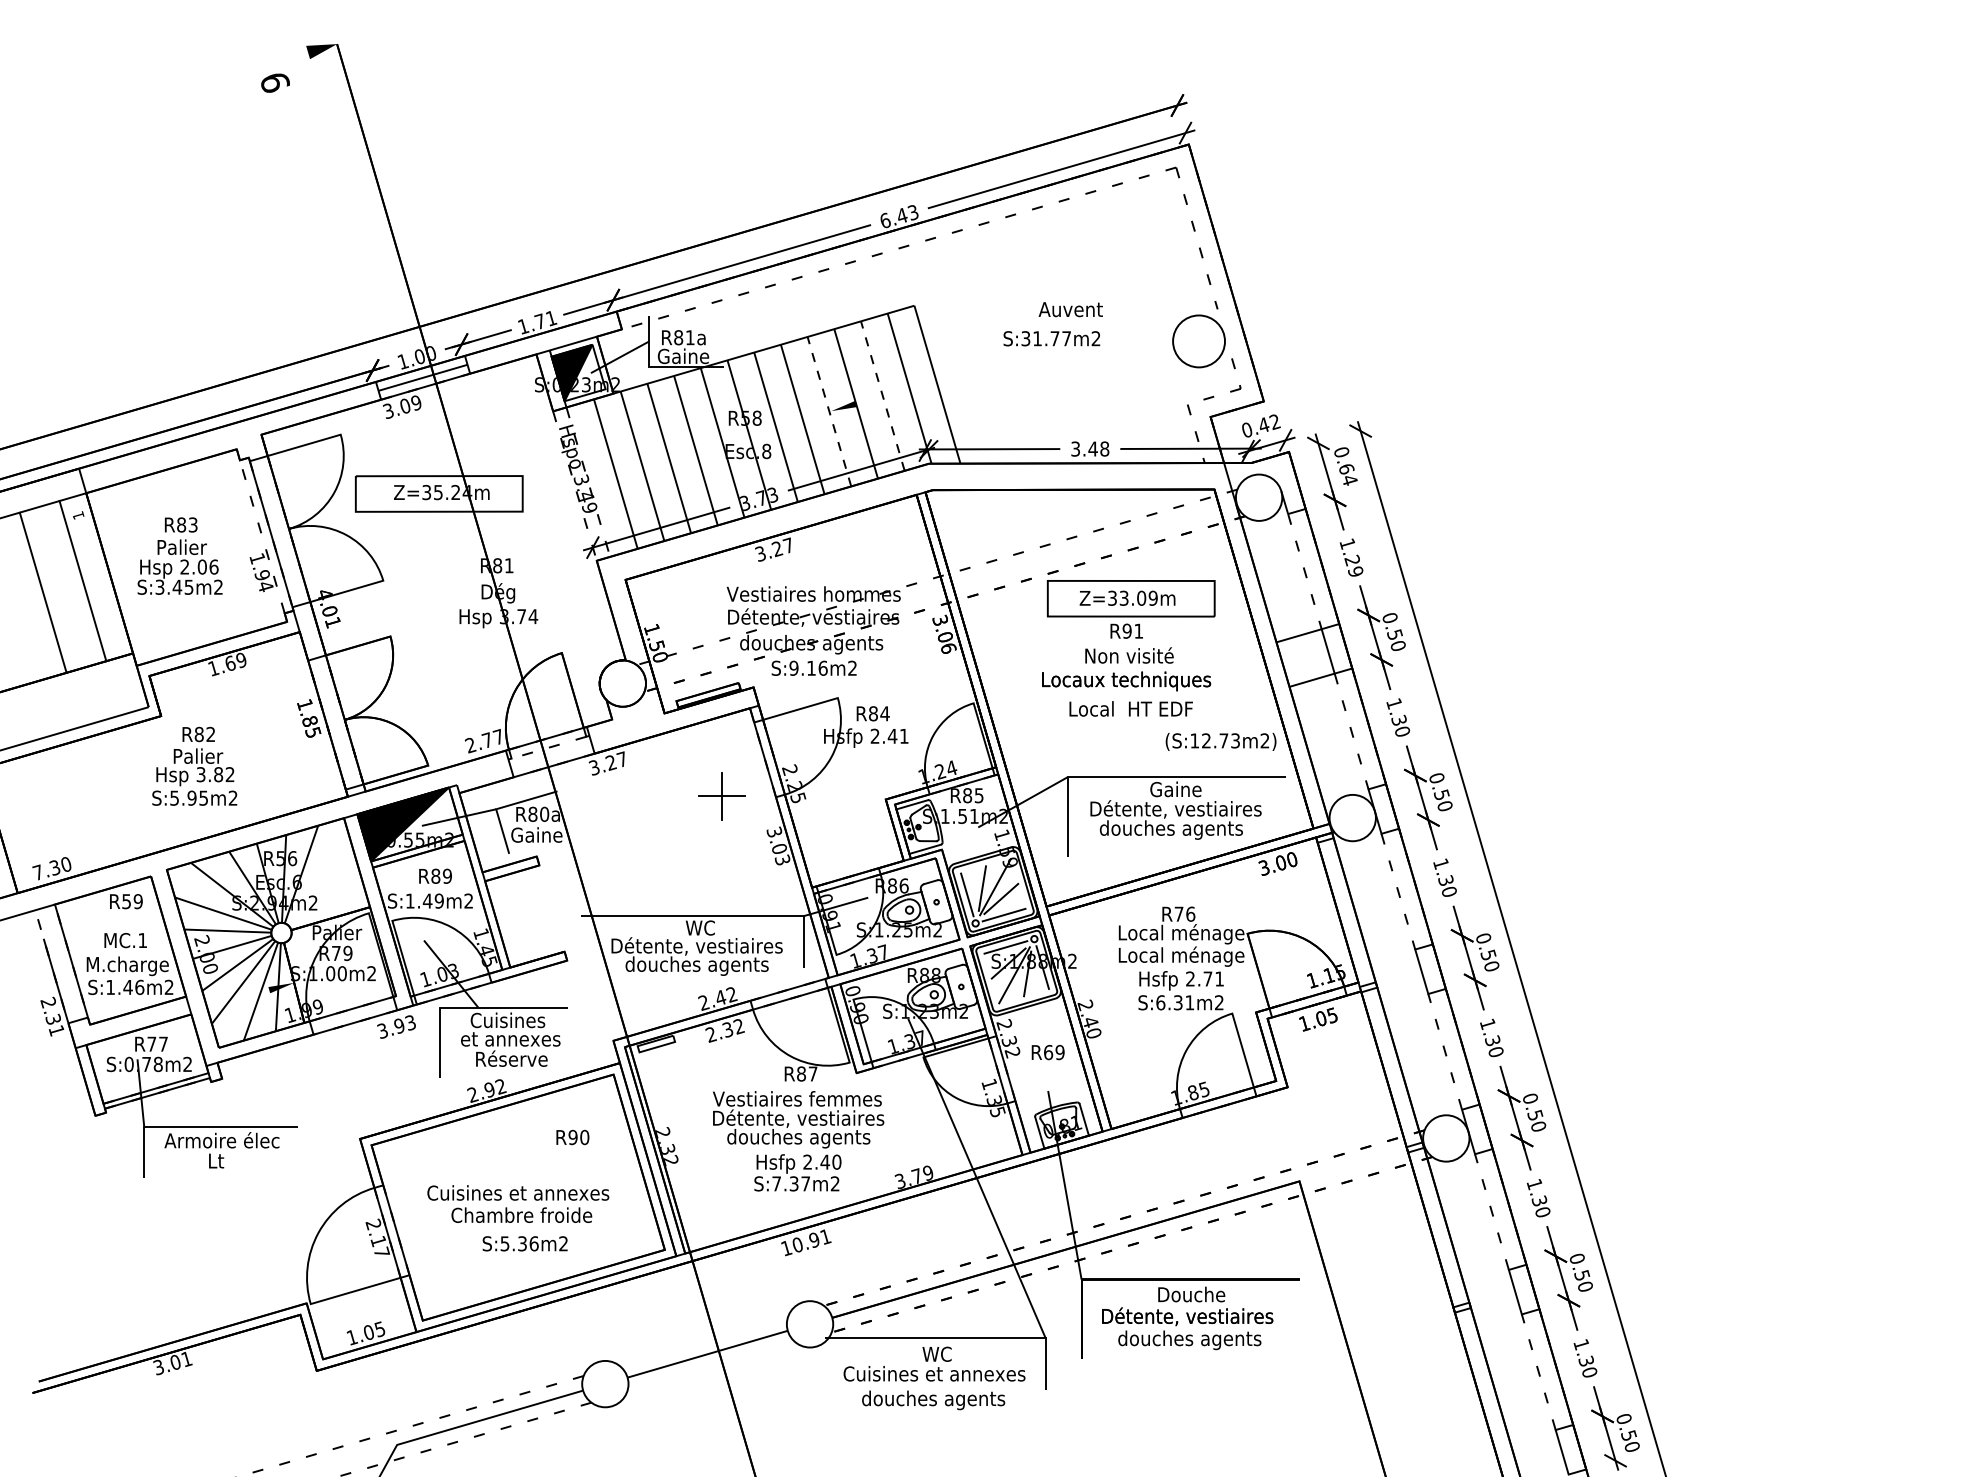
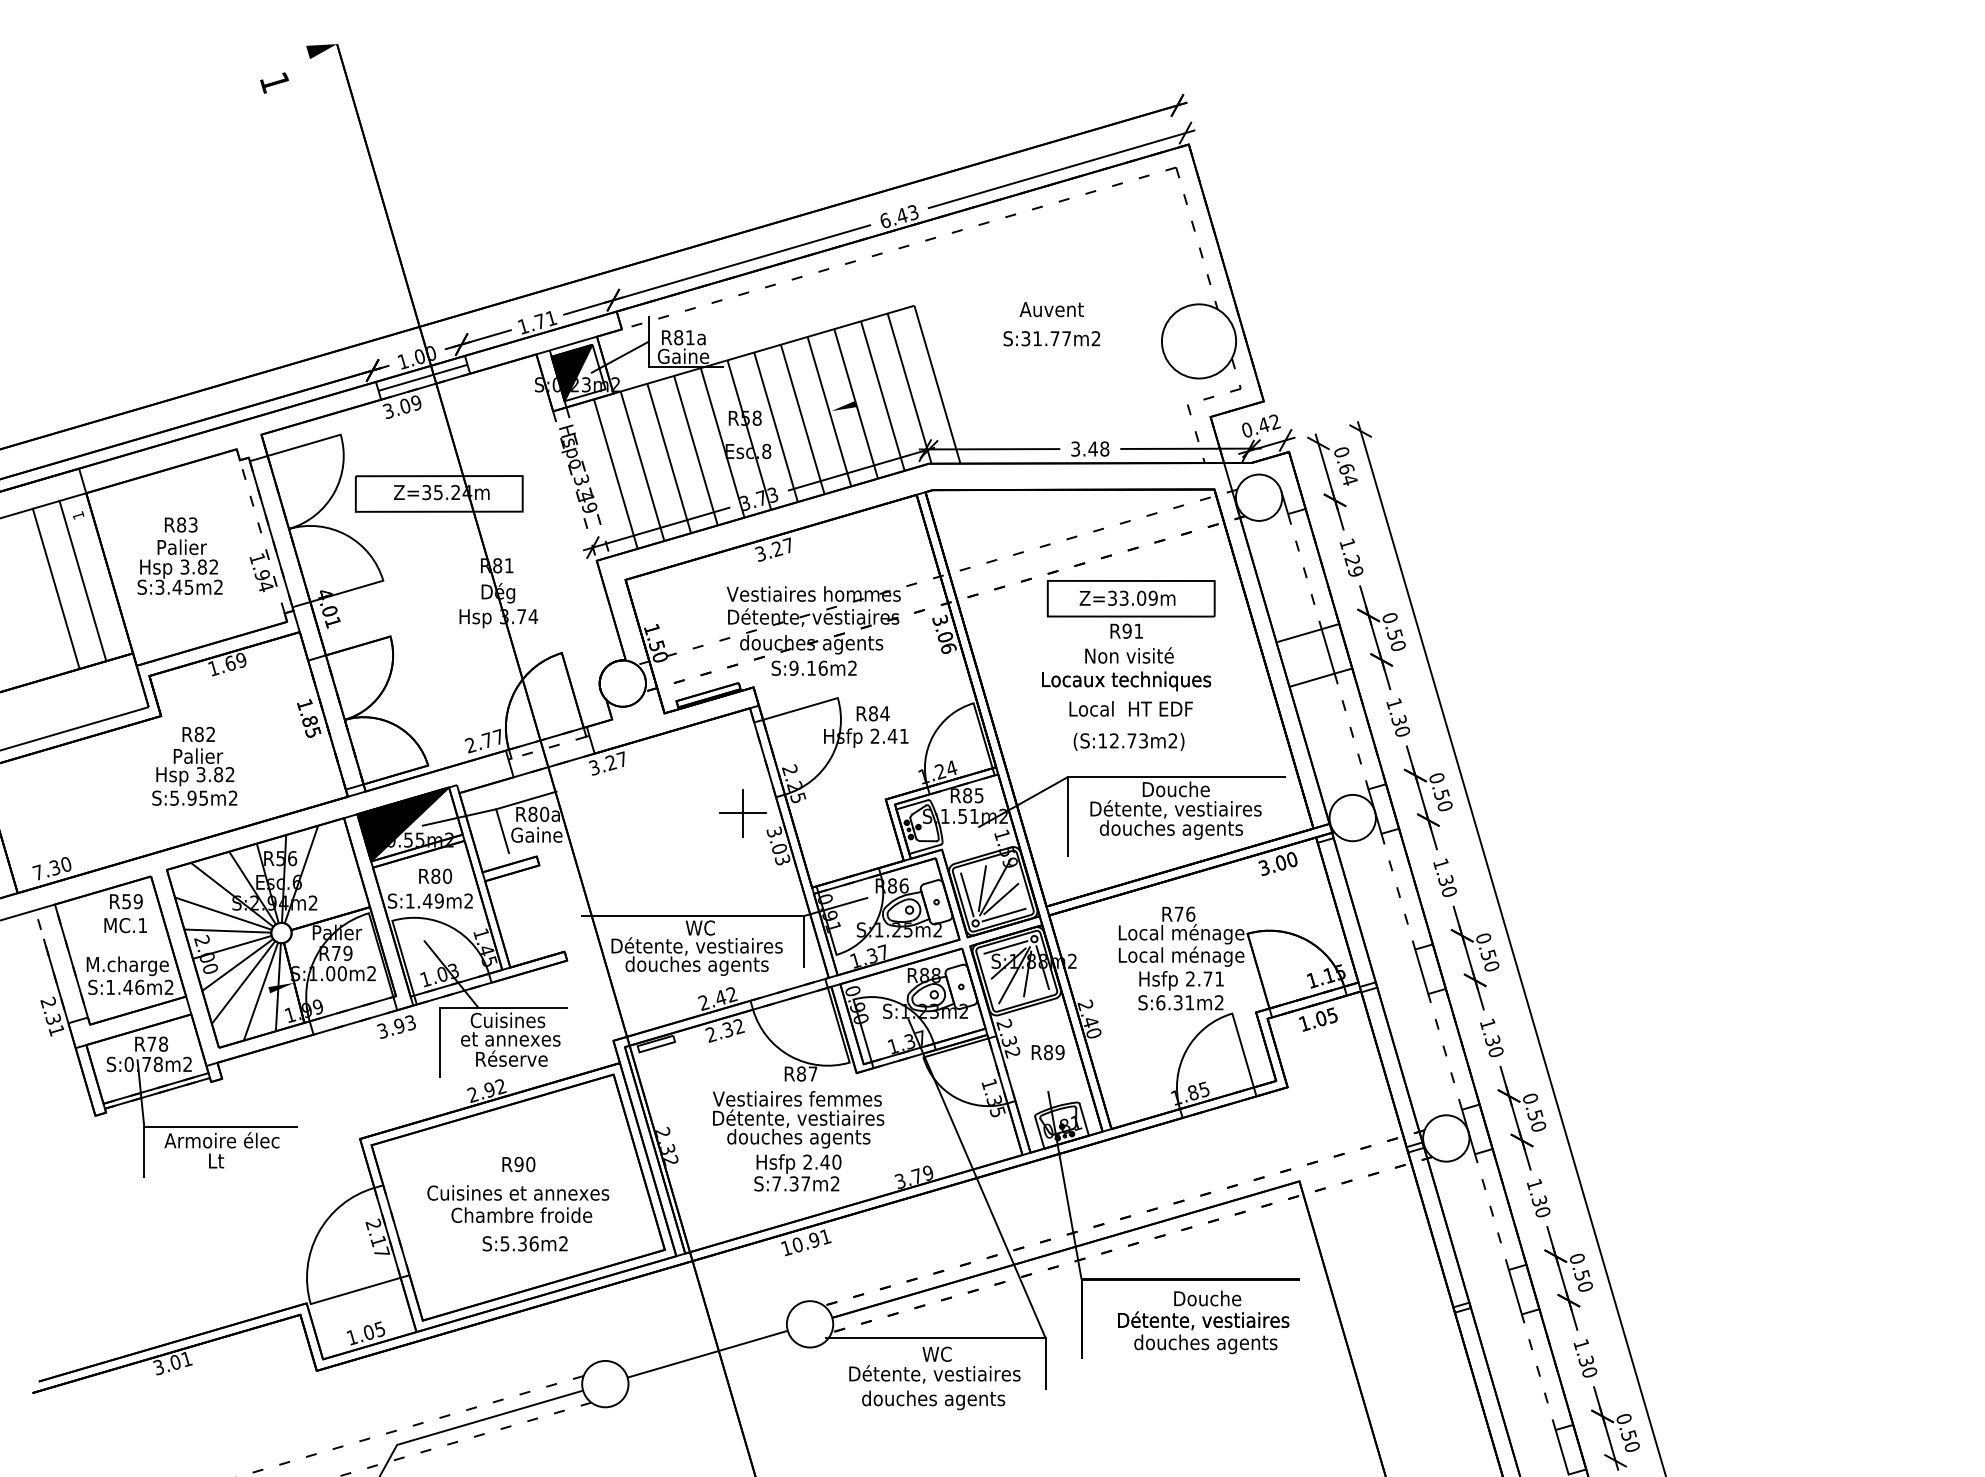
text at (274, 82): 6 -> 1
text at (1070, 309) position: (1070, 309) -> (1051, 309)
circle at (1198, 341) diameter: 52 px -> 74 px
line at (882, 396): dashed -> solid
line at (829, 411): dashed -> solid
text at (199, 566): 2.06 -> 3.82
line at (42, 592) position: (42, 592) -> (55, 588)
text at (1220, 741) position: (1220, 741) -> (1128, 741)
text at (1175, 789): Gaine -> Douche
part at (721, 796) position: (721, 796) -> (742, 813)
text at (446, 876): R89 -> R80
text at (125, 940) position: (125, 940) -> (125, 925)
text at (163, 1043): R77 -> R78
text at (1048, 1052): R69 -> R89
text at (572, 1137) position: (572, 1137) -> (518, 1164)
text at (1187, 1318) position: (1187, 1318) -> (1203, 1322)
text at (934, 1374): Cuisines et annexes -> Détente, vestiaires
